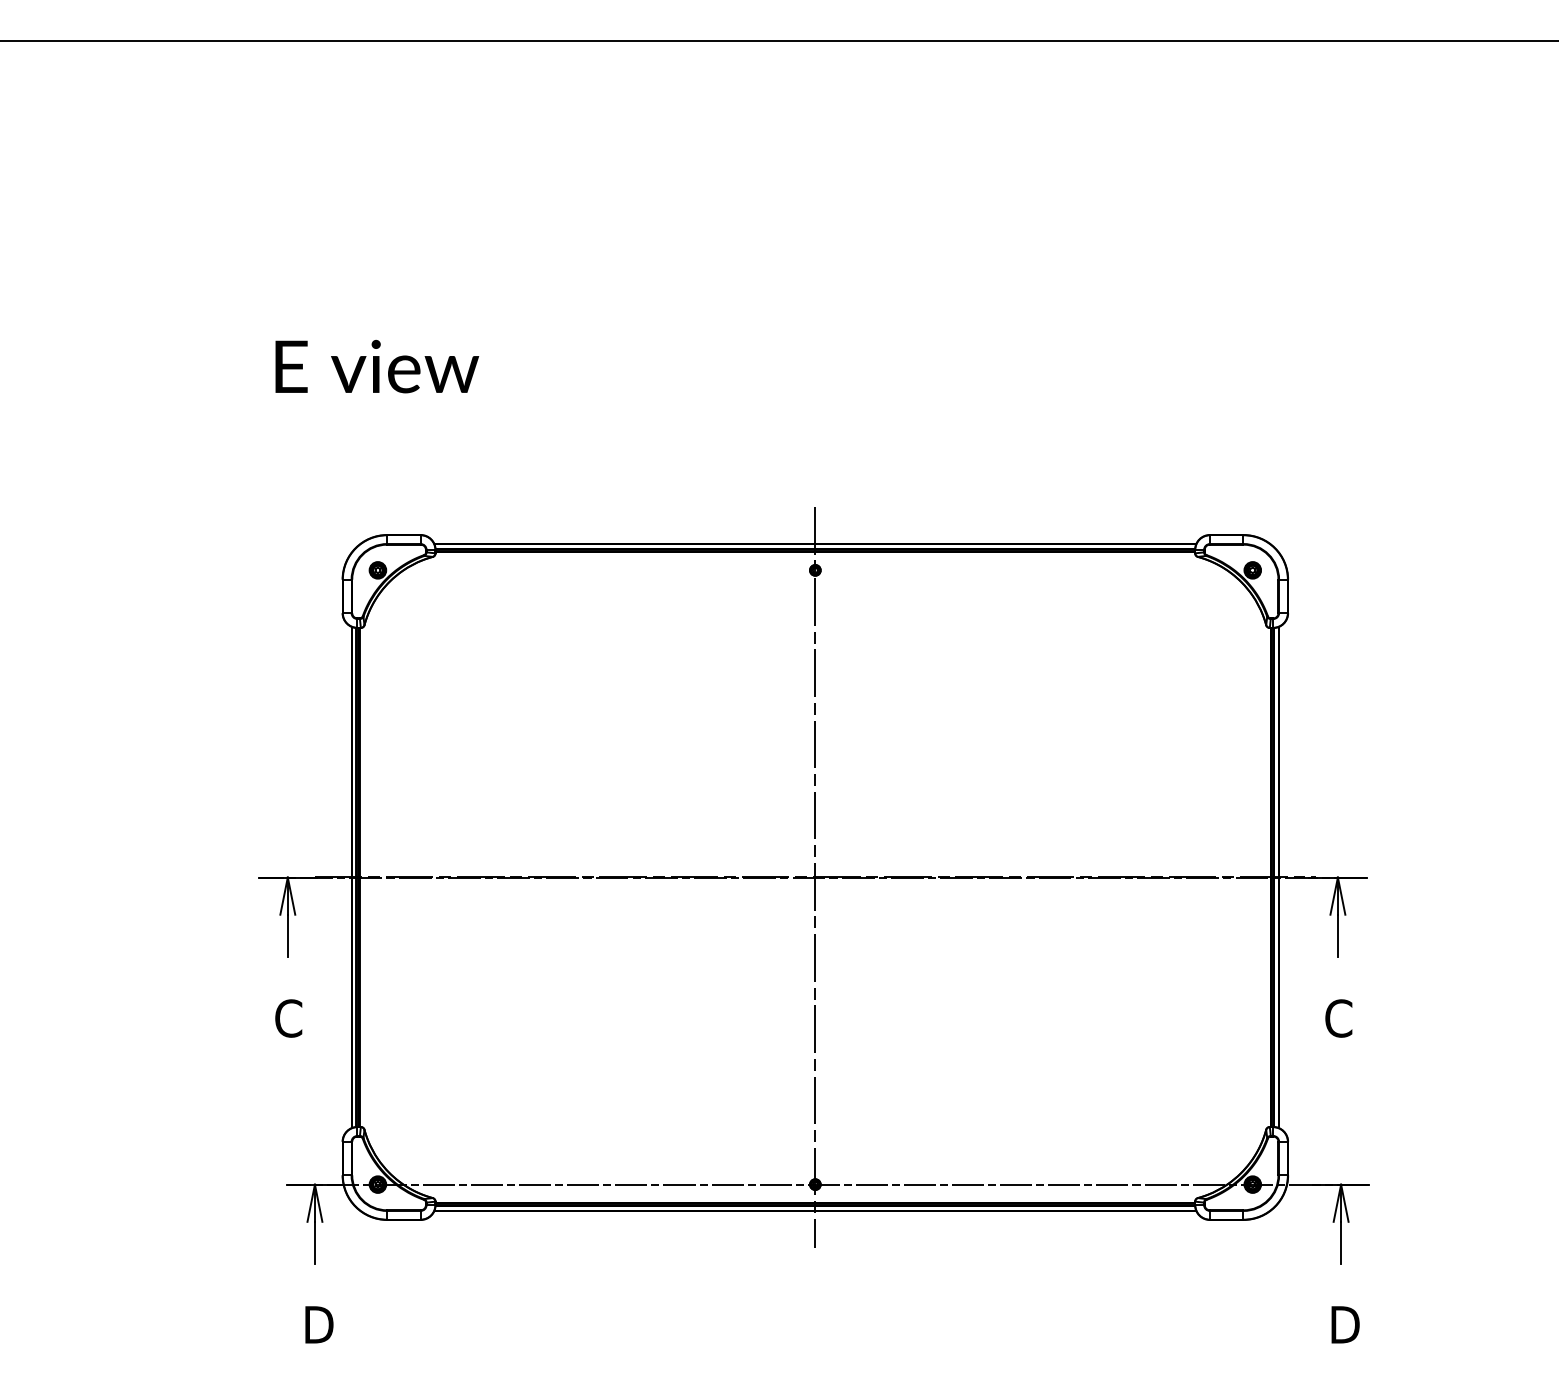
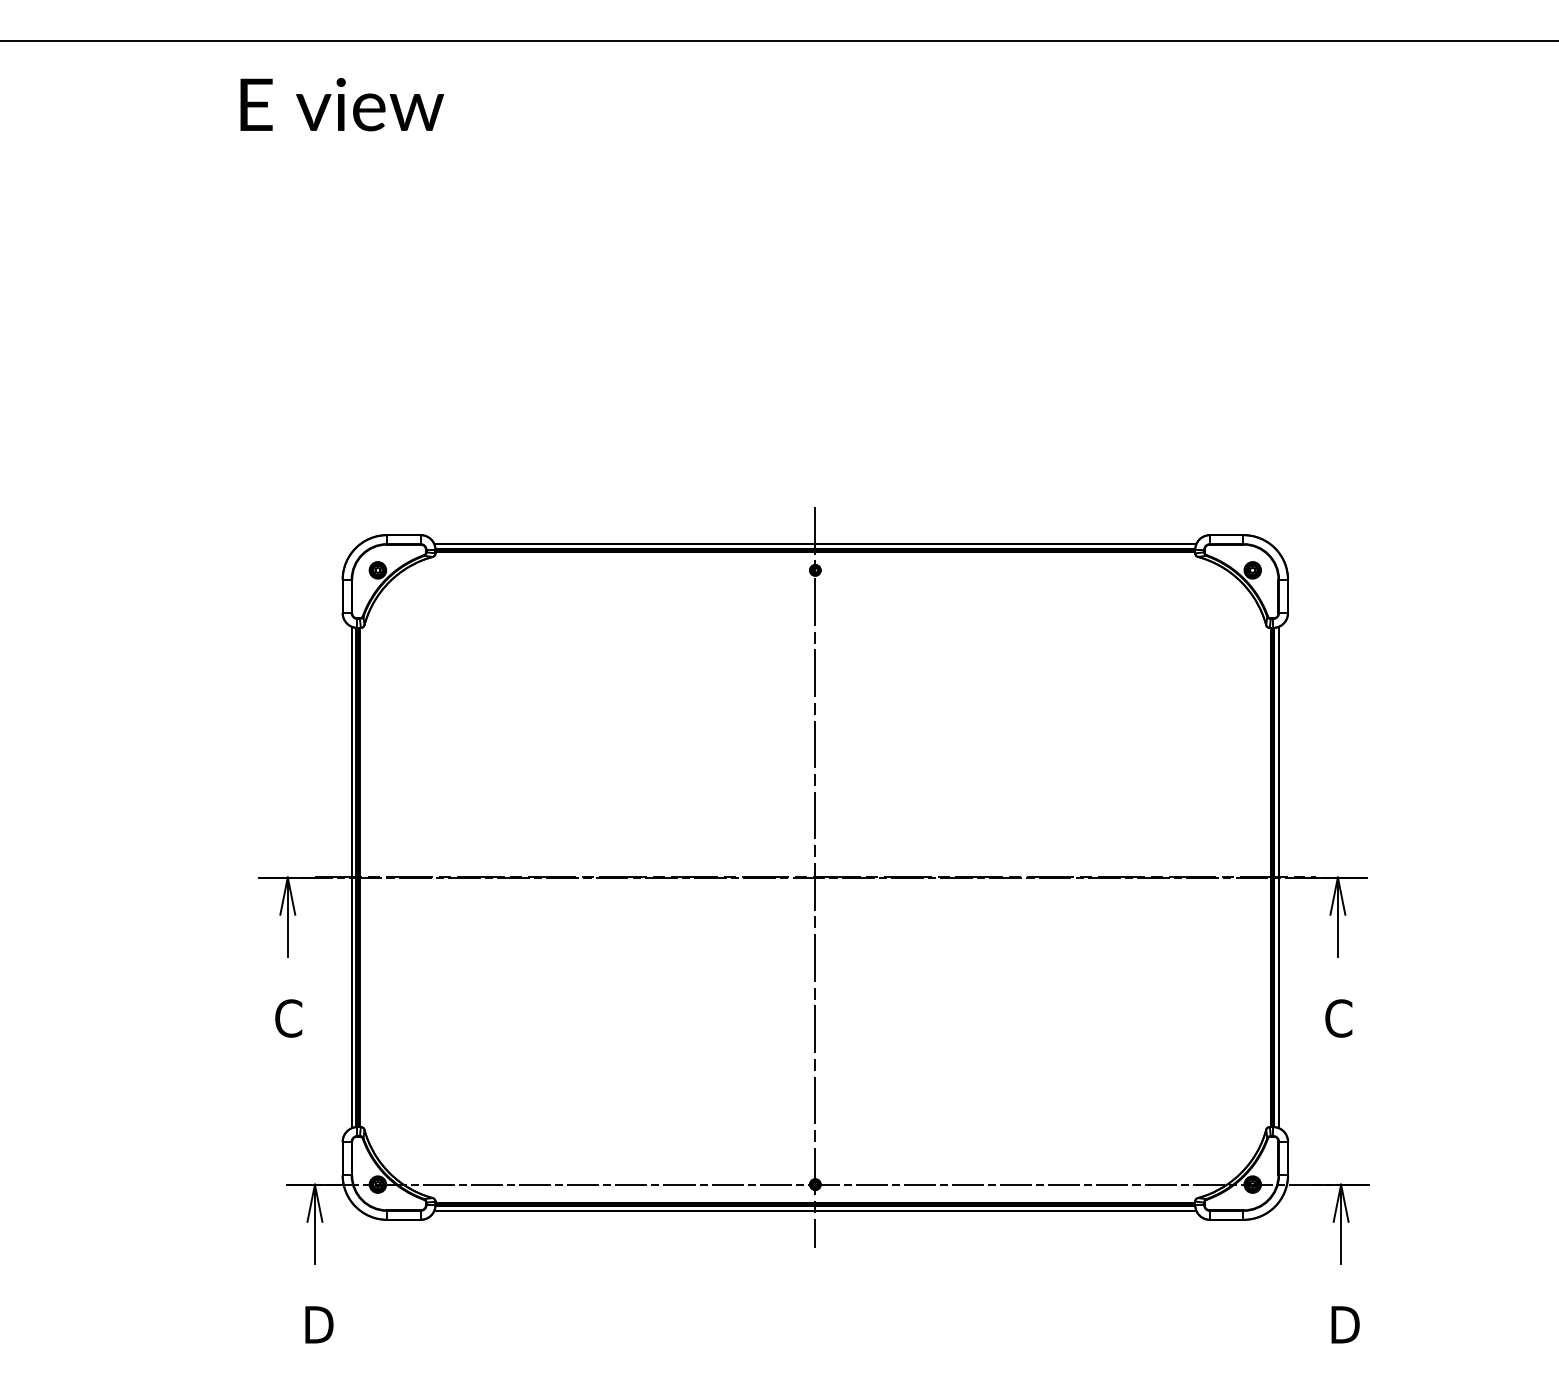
text at (377, 366) position: (377, 366) -> (342, 104)
